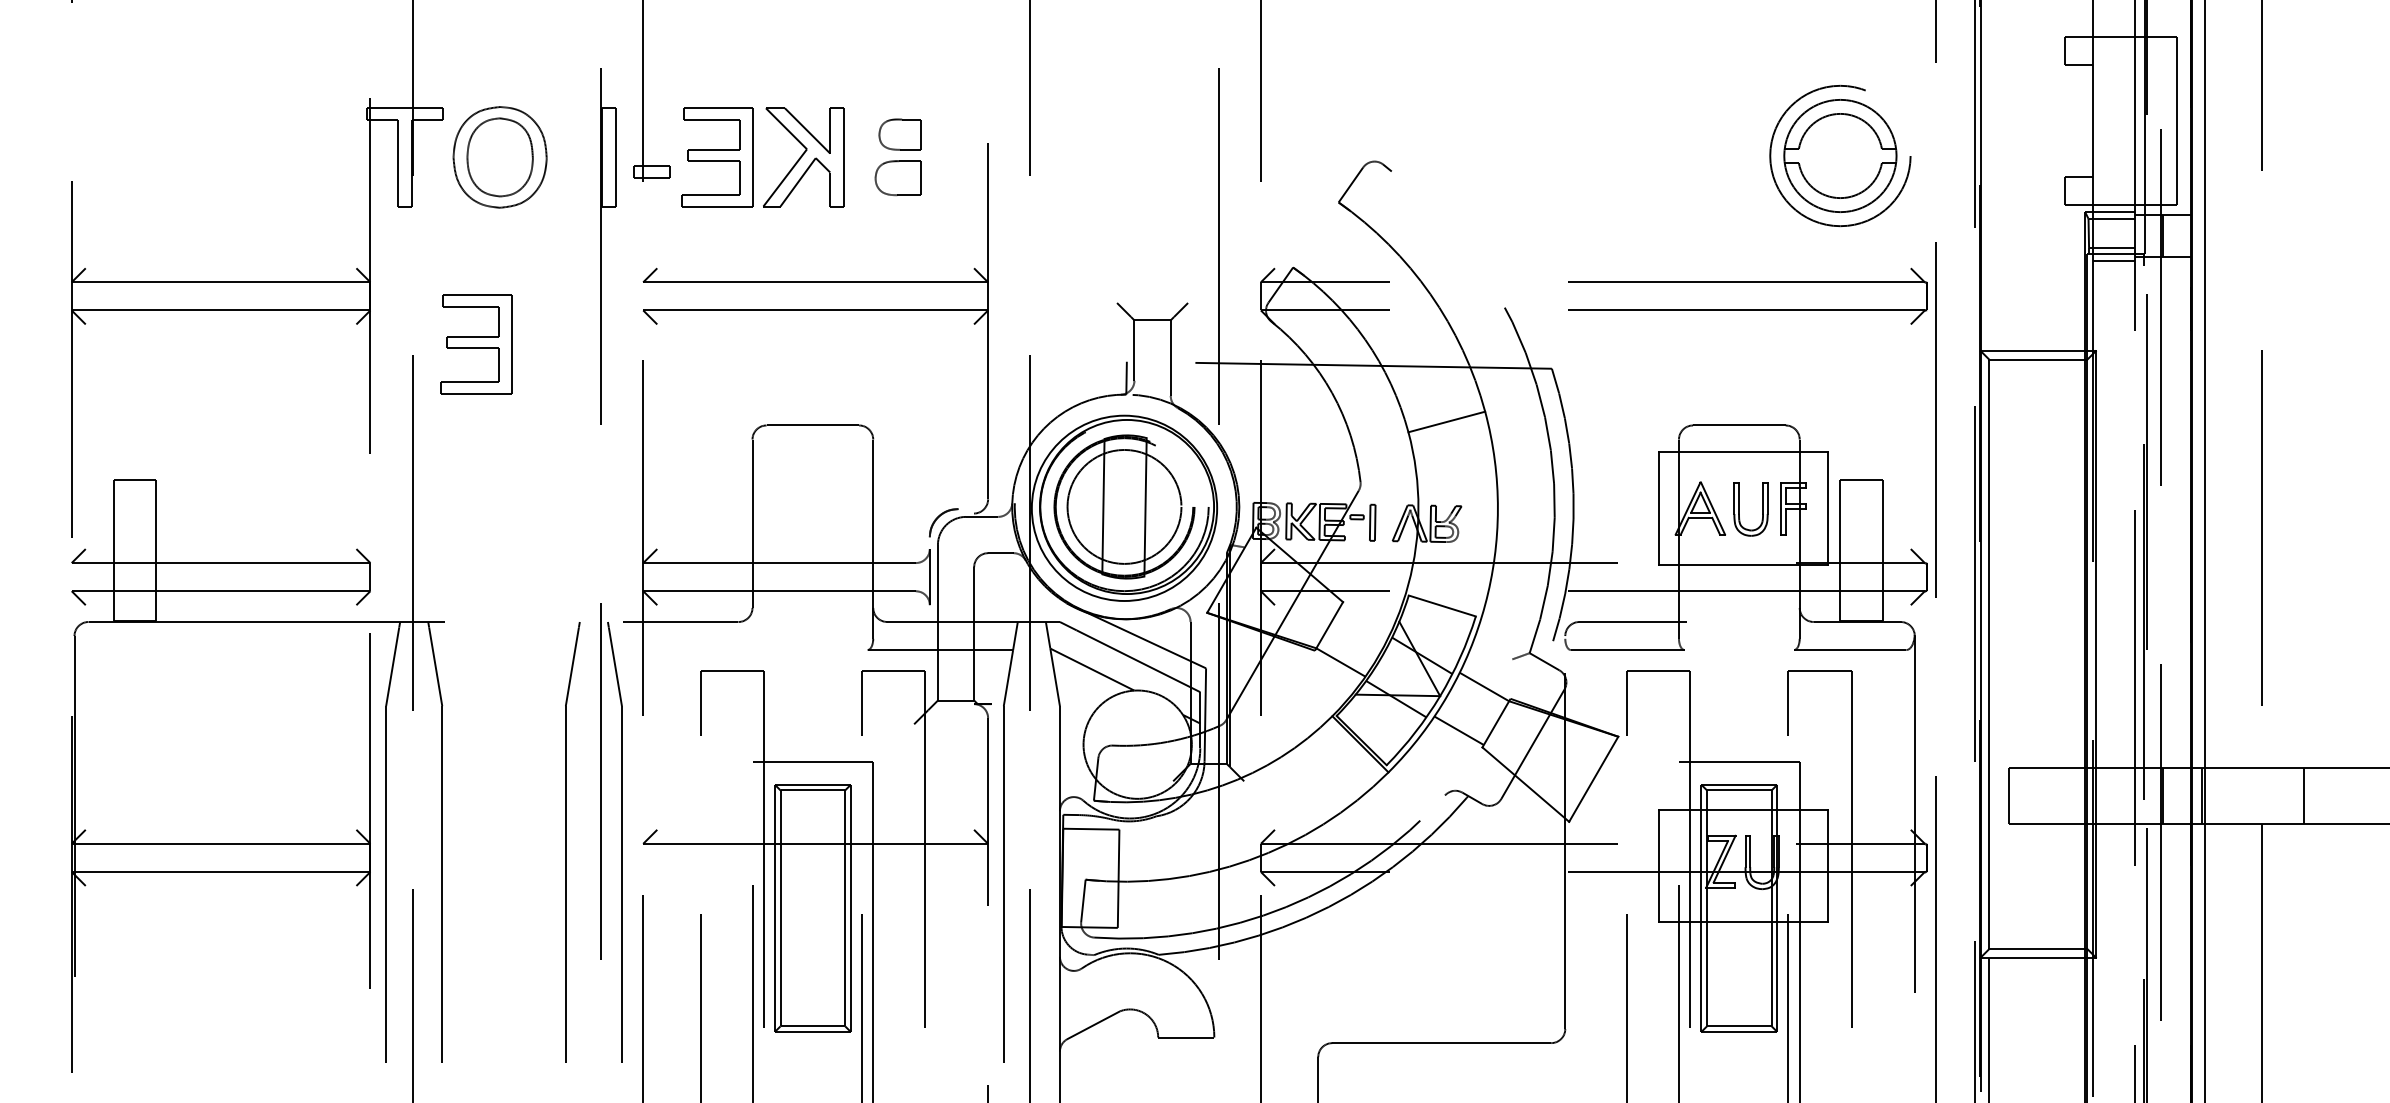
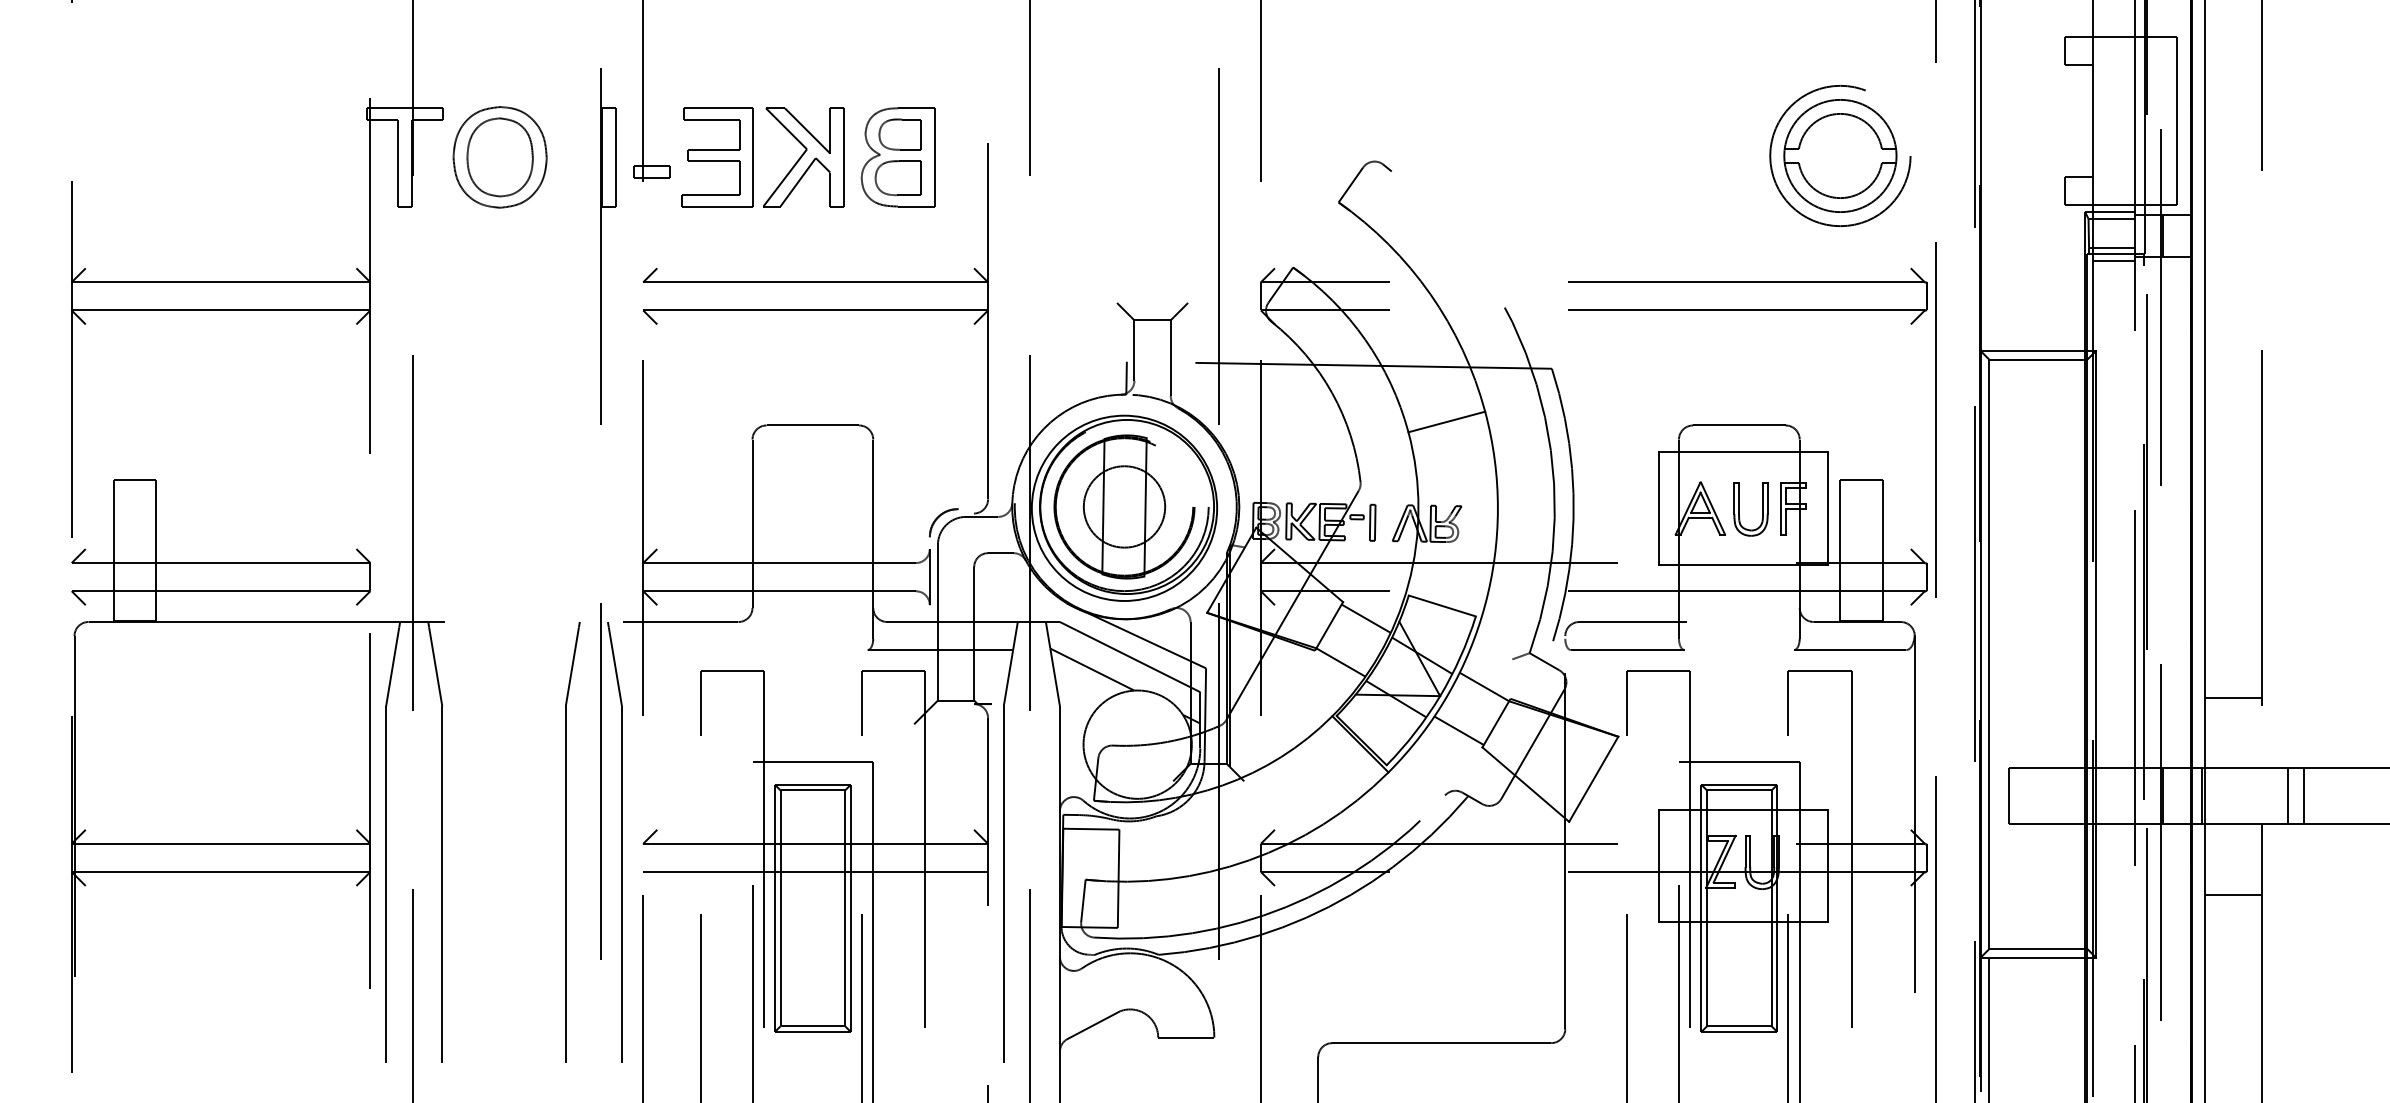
part at (897, 157): none -> present
part at (476, 344): present -> none
circle at (1124, 506) diameter: 114 px -> 81 px
line at (1365, 618): none -> present
line at (2233, 698): none -> present
line at (2287, 796): none -> present
line at (815, 871): none -> present
line at (2233, 894): none -> present
